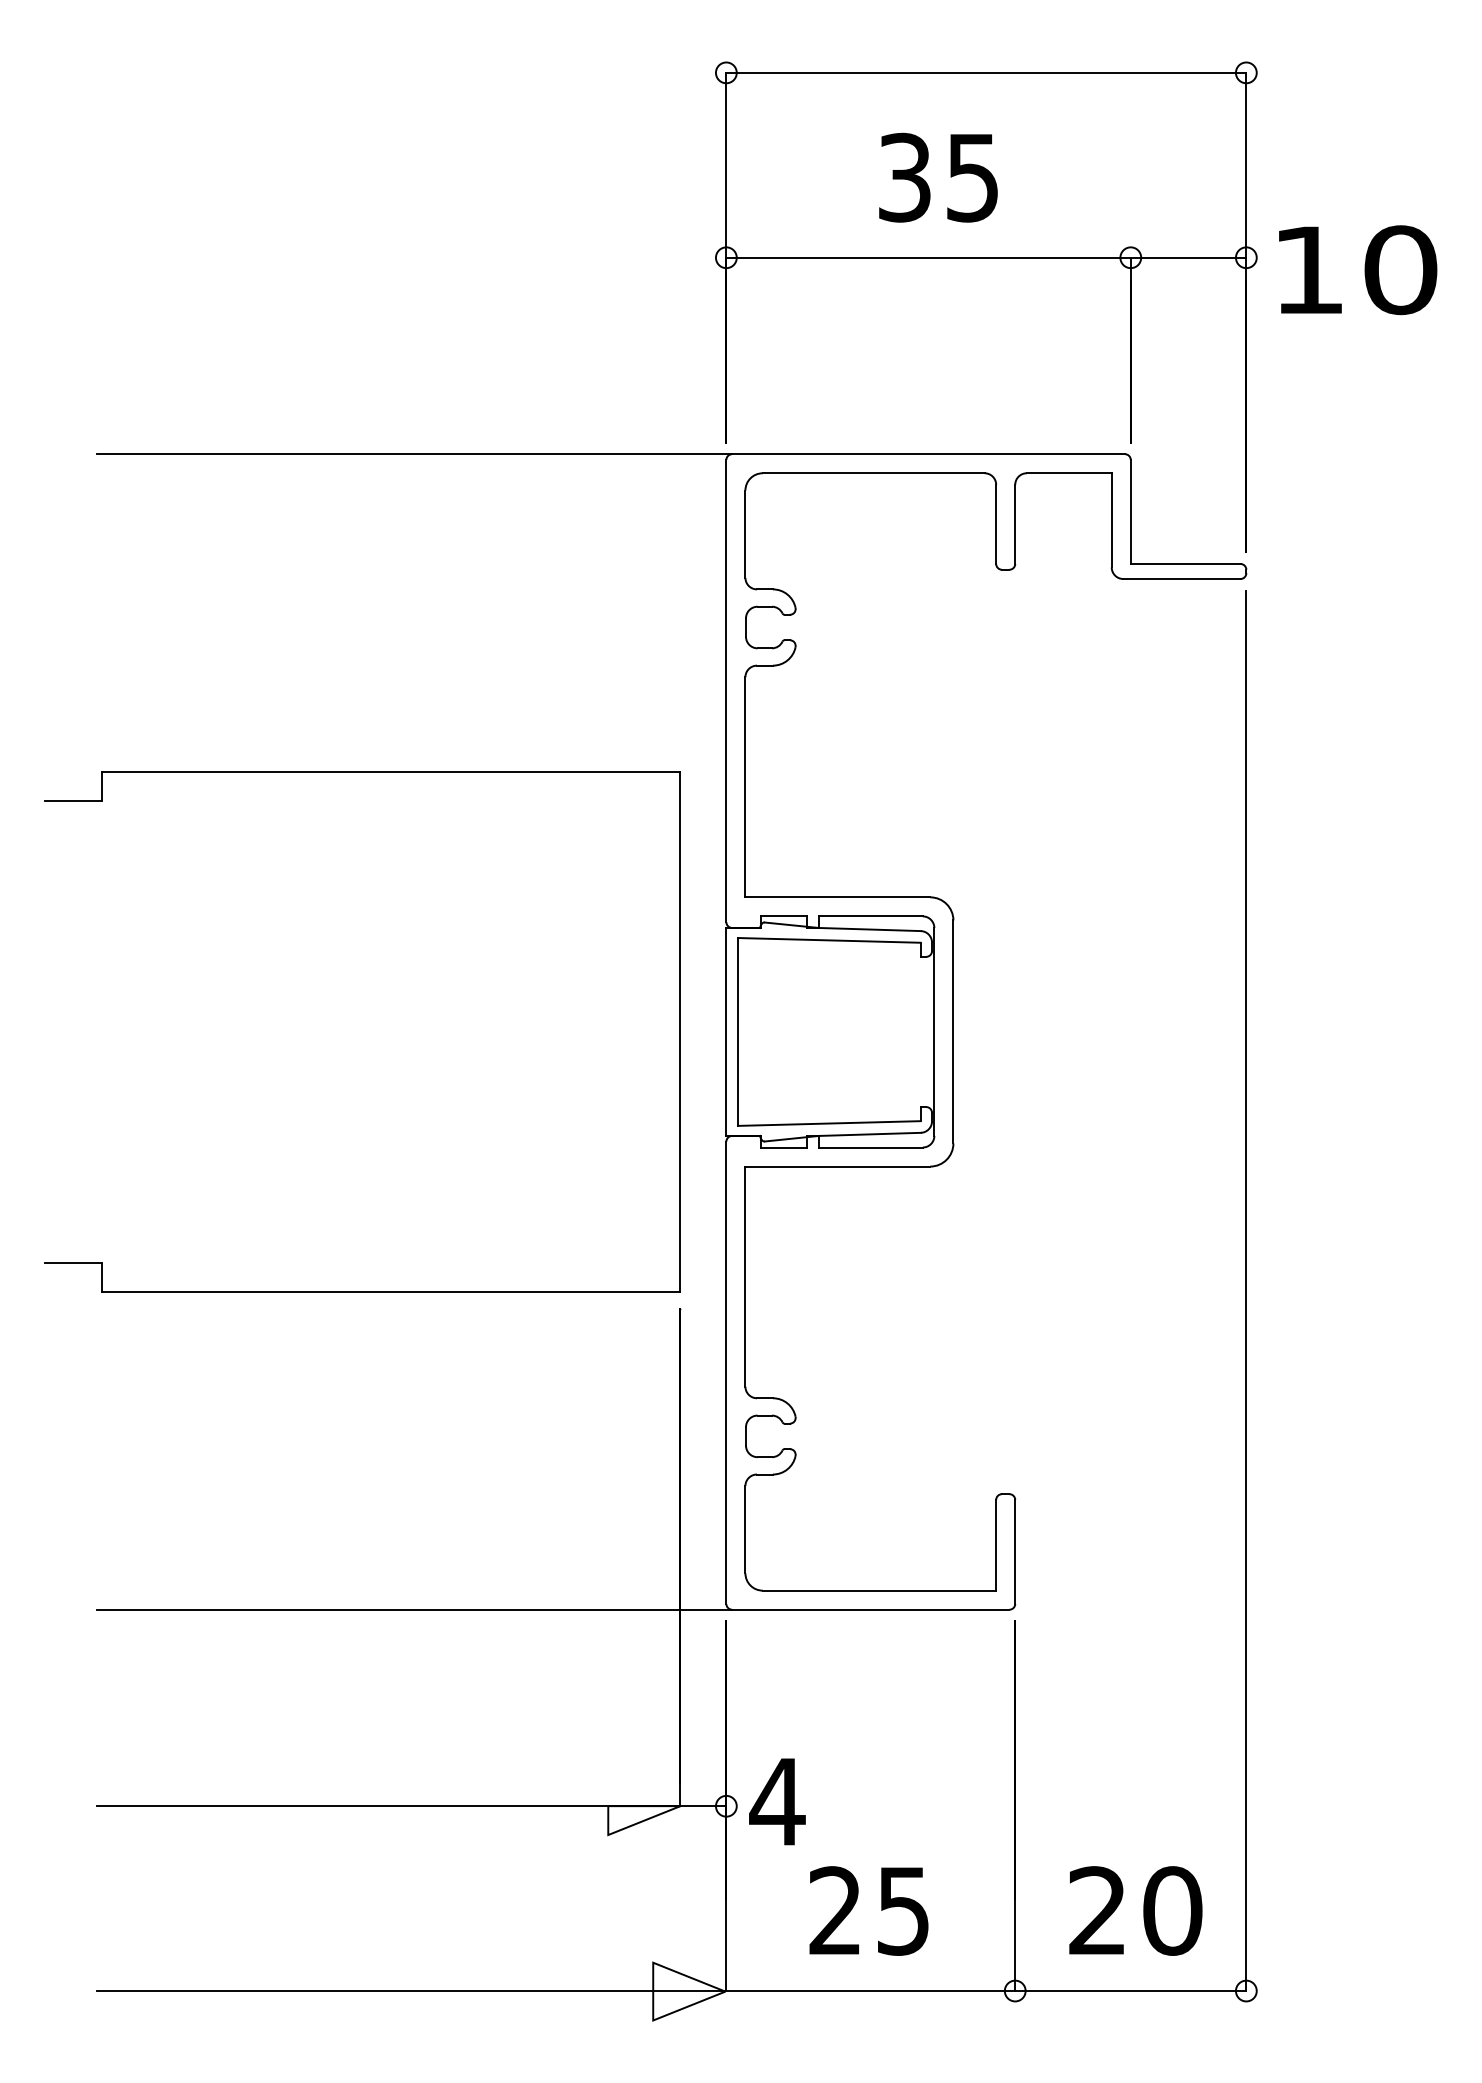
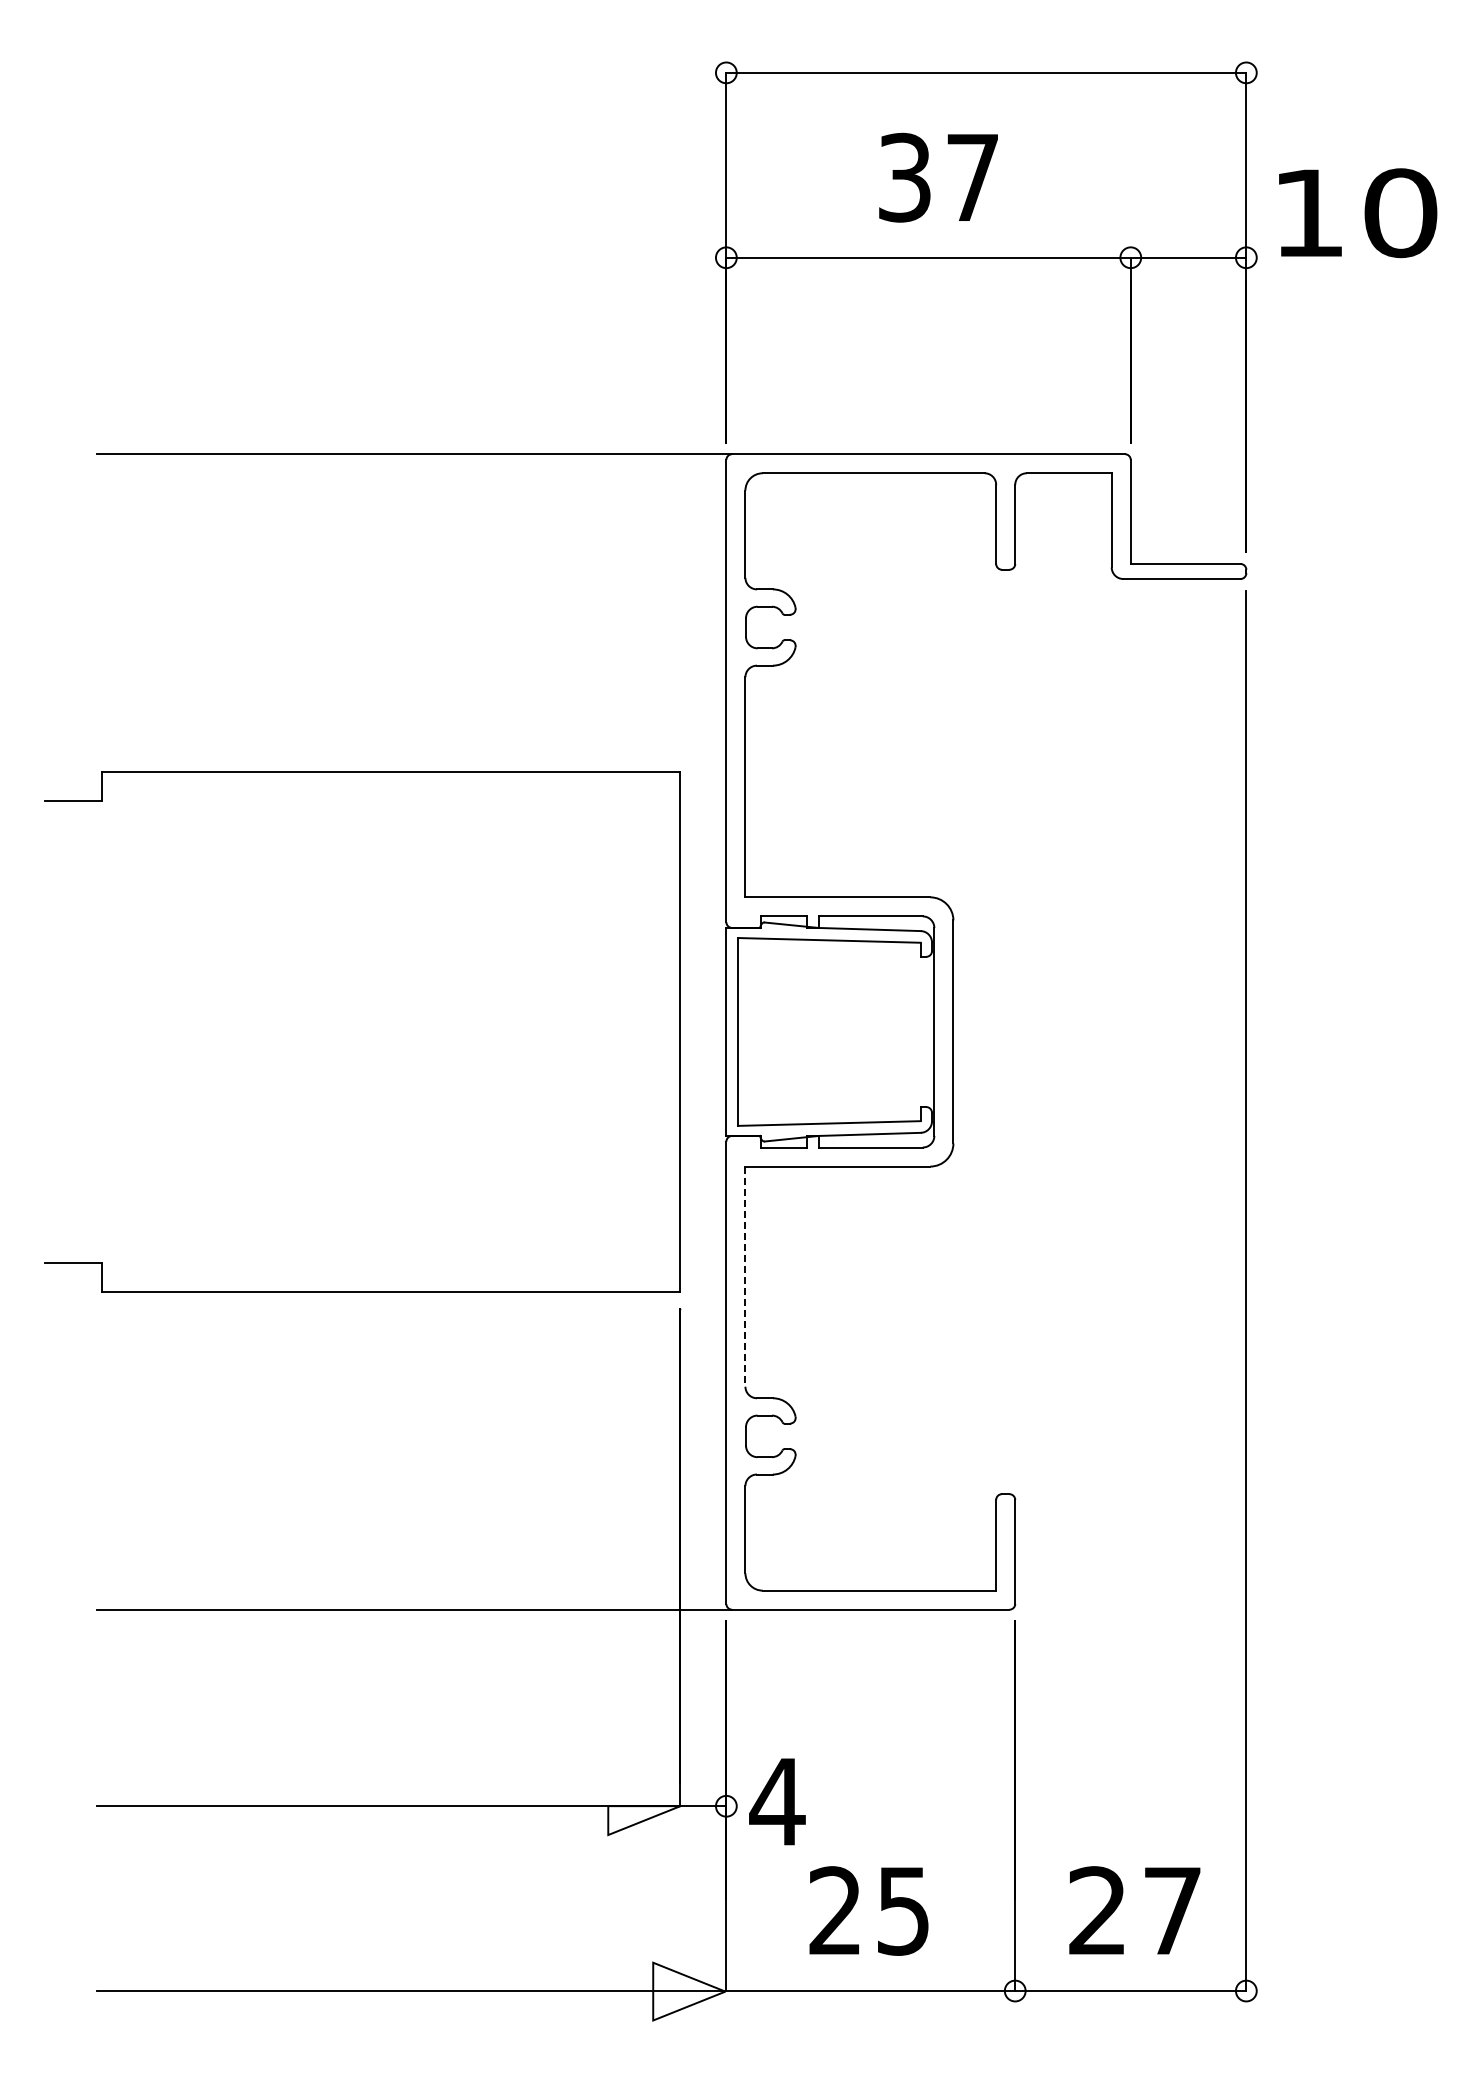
text at (972, 178): 35 -> 37
text at (1358, 270) position: (1358, 270) -> (1358, 213)
line at (745, 1277): solid -> dashed
text at (1172, 1910): 20 -> 27
